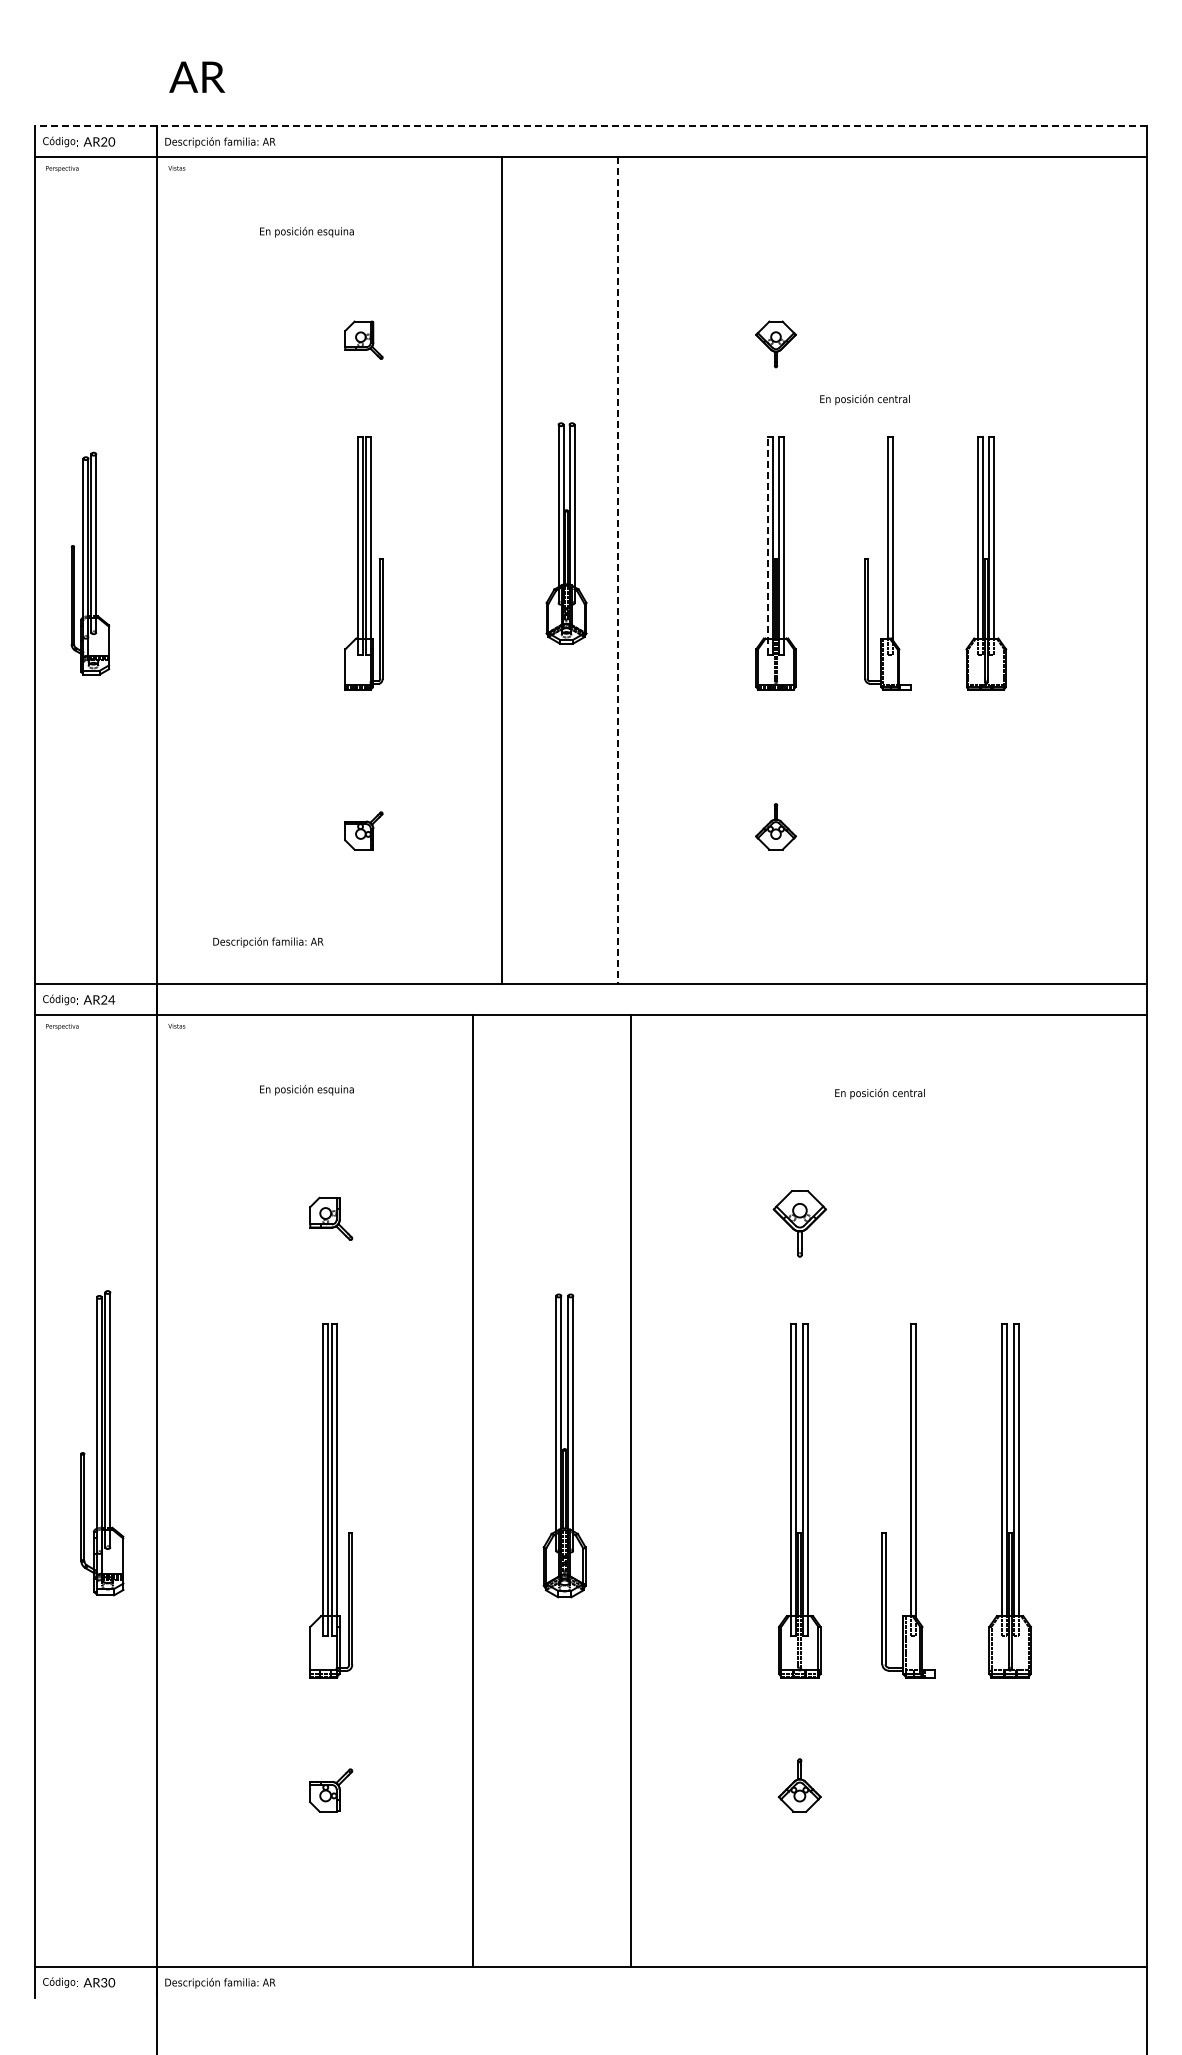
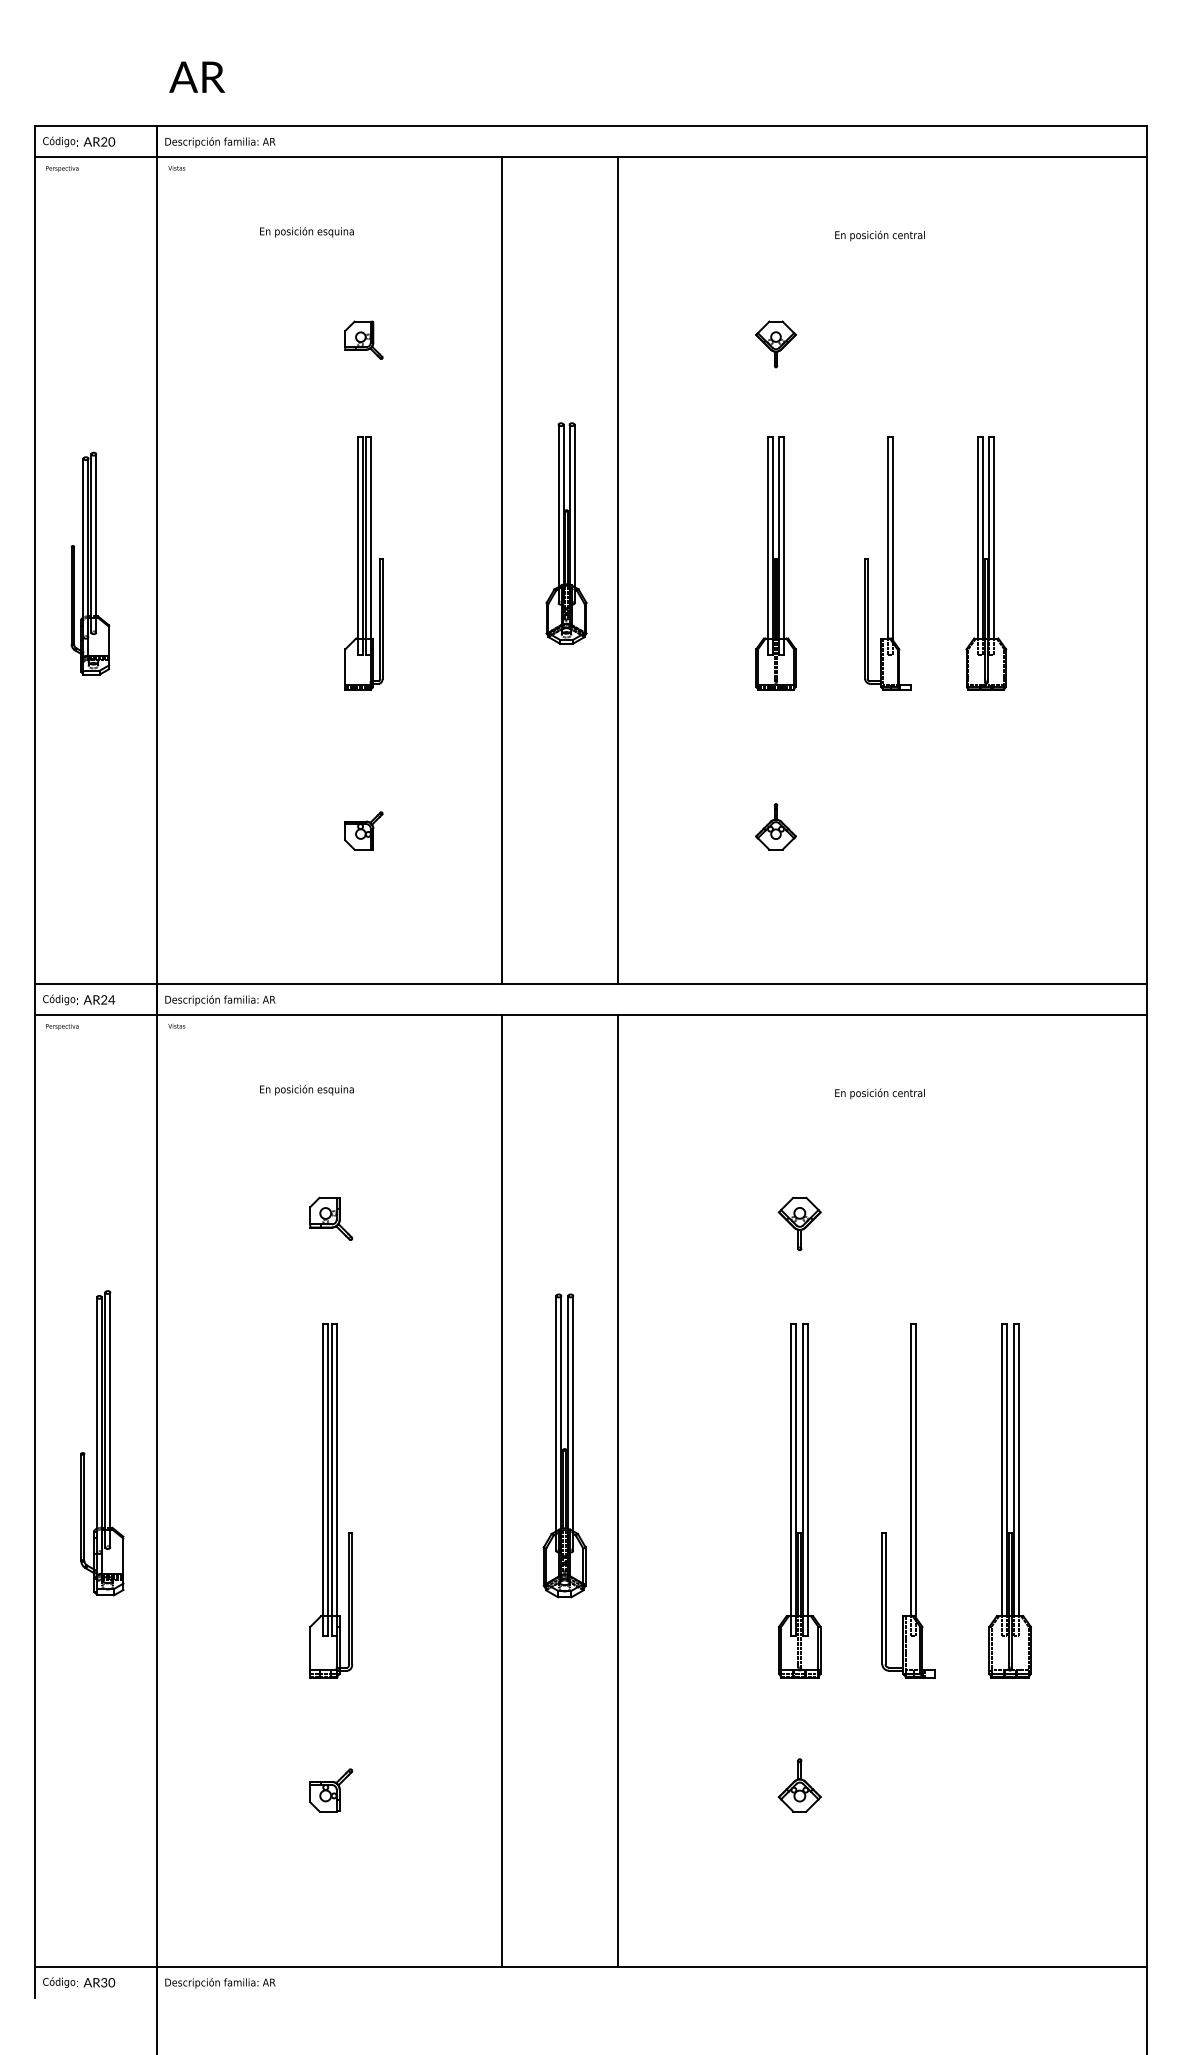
line at (591, 125): dashed -> solid
text at (864, 399) position: (864, 399) -> (879, 235)
line at (768, 545): dashed -> solid
line at (617, 570): dashed -> solid
text at (268, 942) position: (268, 942) -> (220, 1000)
part at (799, 1223) size: 56x68 px -> 45x56 px
line at (472, 1490) position: (472, 1490) -> (501, 1490)
line at (630, 1490) position: (630, 1490) -> (617, 1490)
